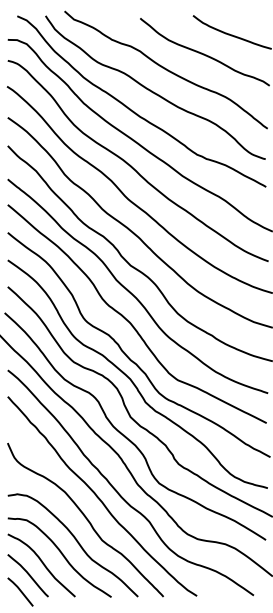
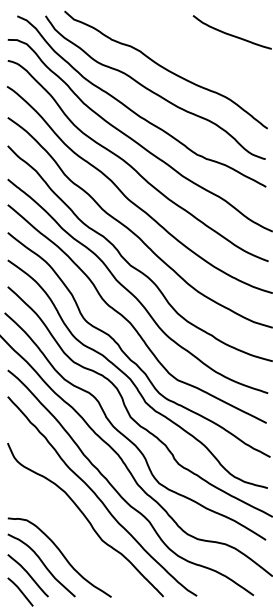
curve at (204, 53): present -> none
curve at (77, 543): present -> none
